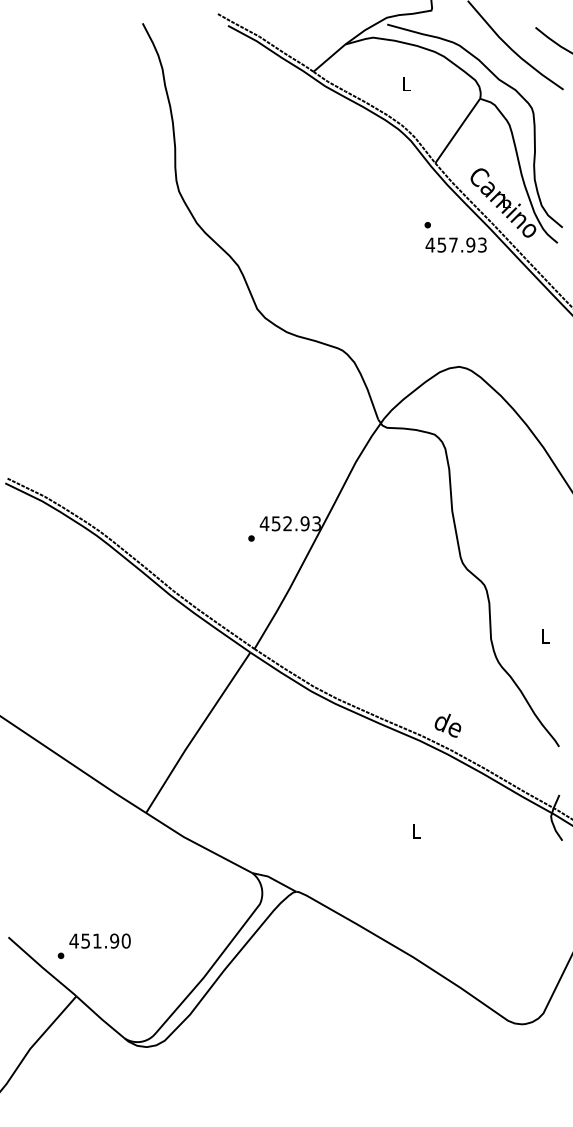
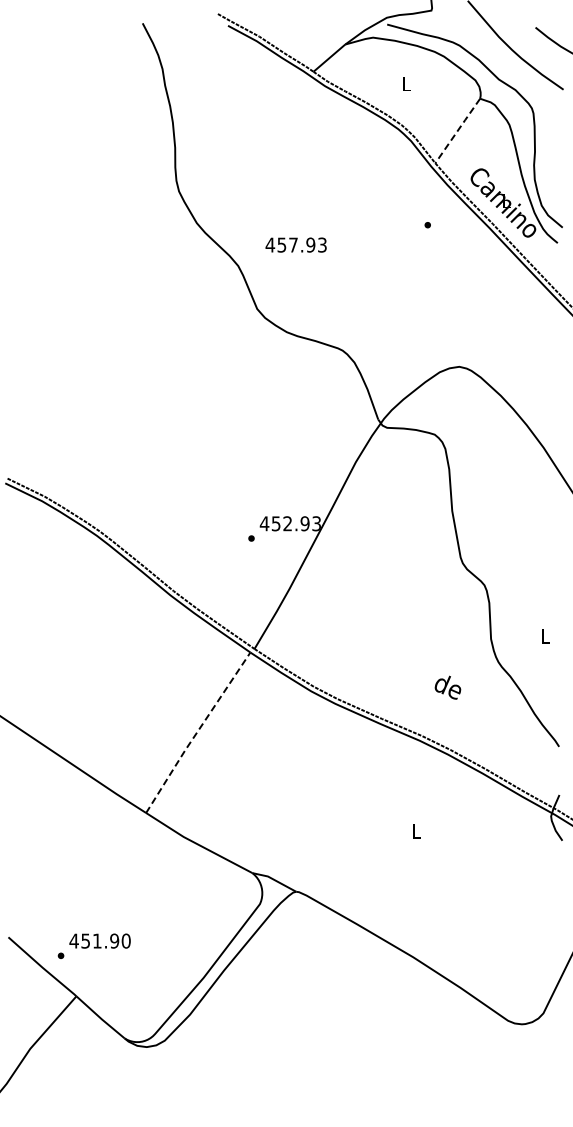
line at (457, 130): solid -> dashed
text at (455, 244) position: (455, 244) -> (295, 244)
text at (447, 725) position: (447, 725) -> (447, 687)
line at (197, 732): solid -> dashed
